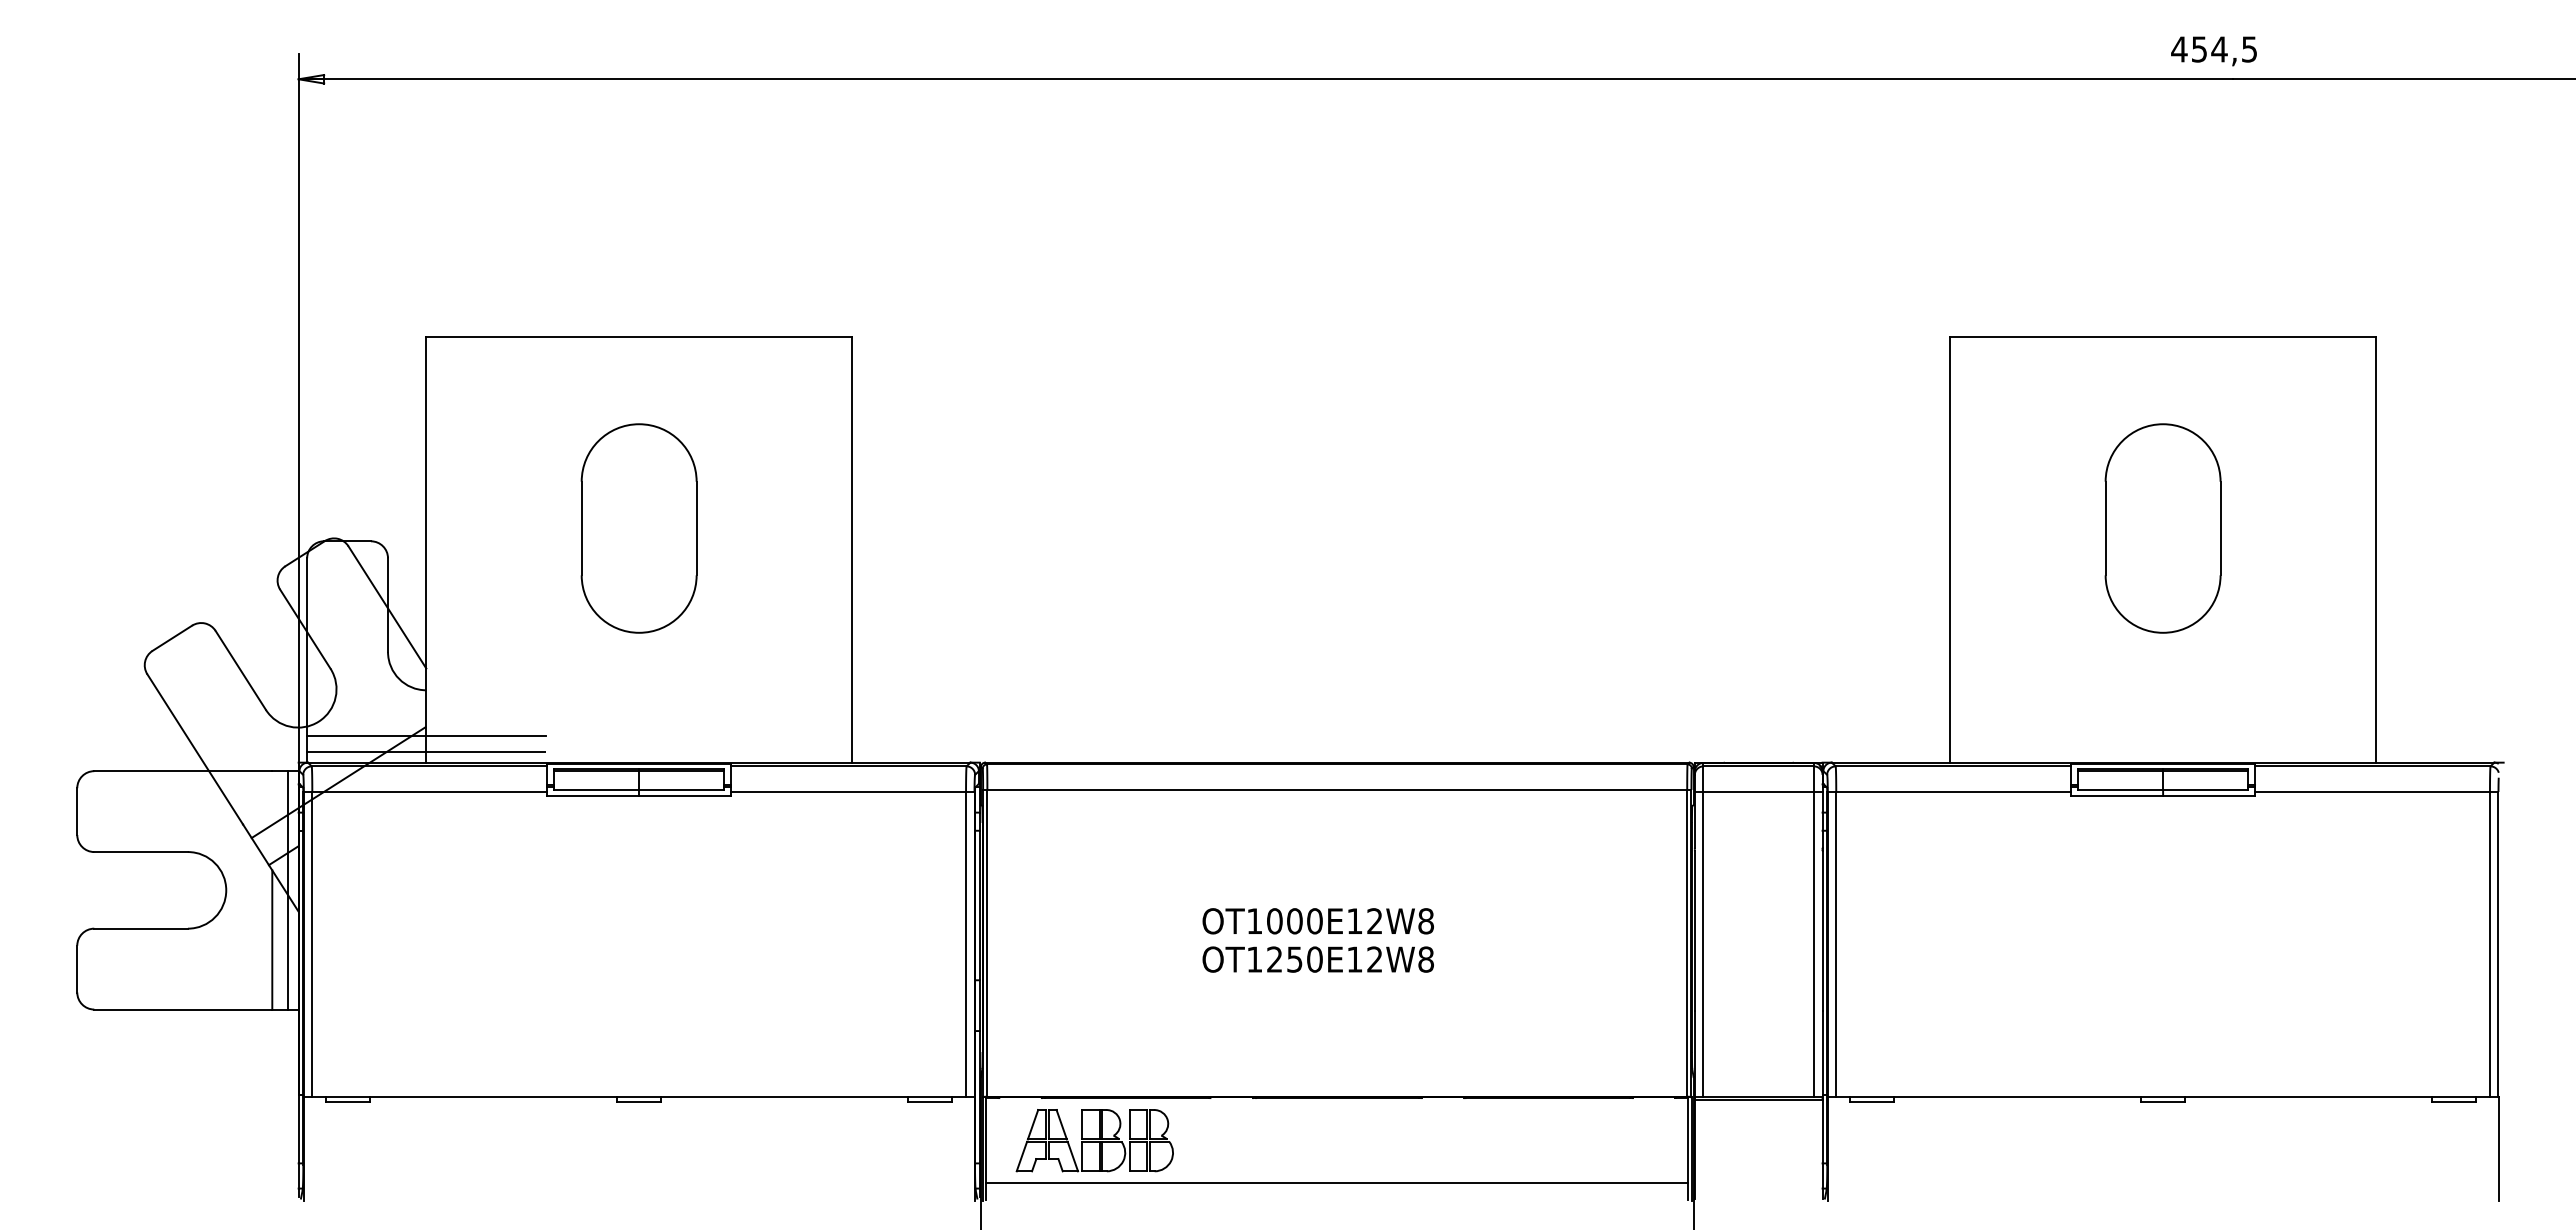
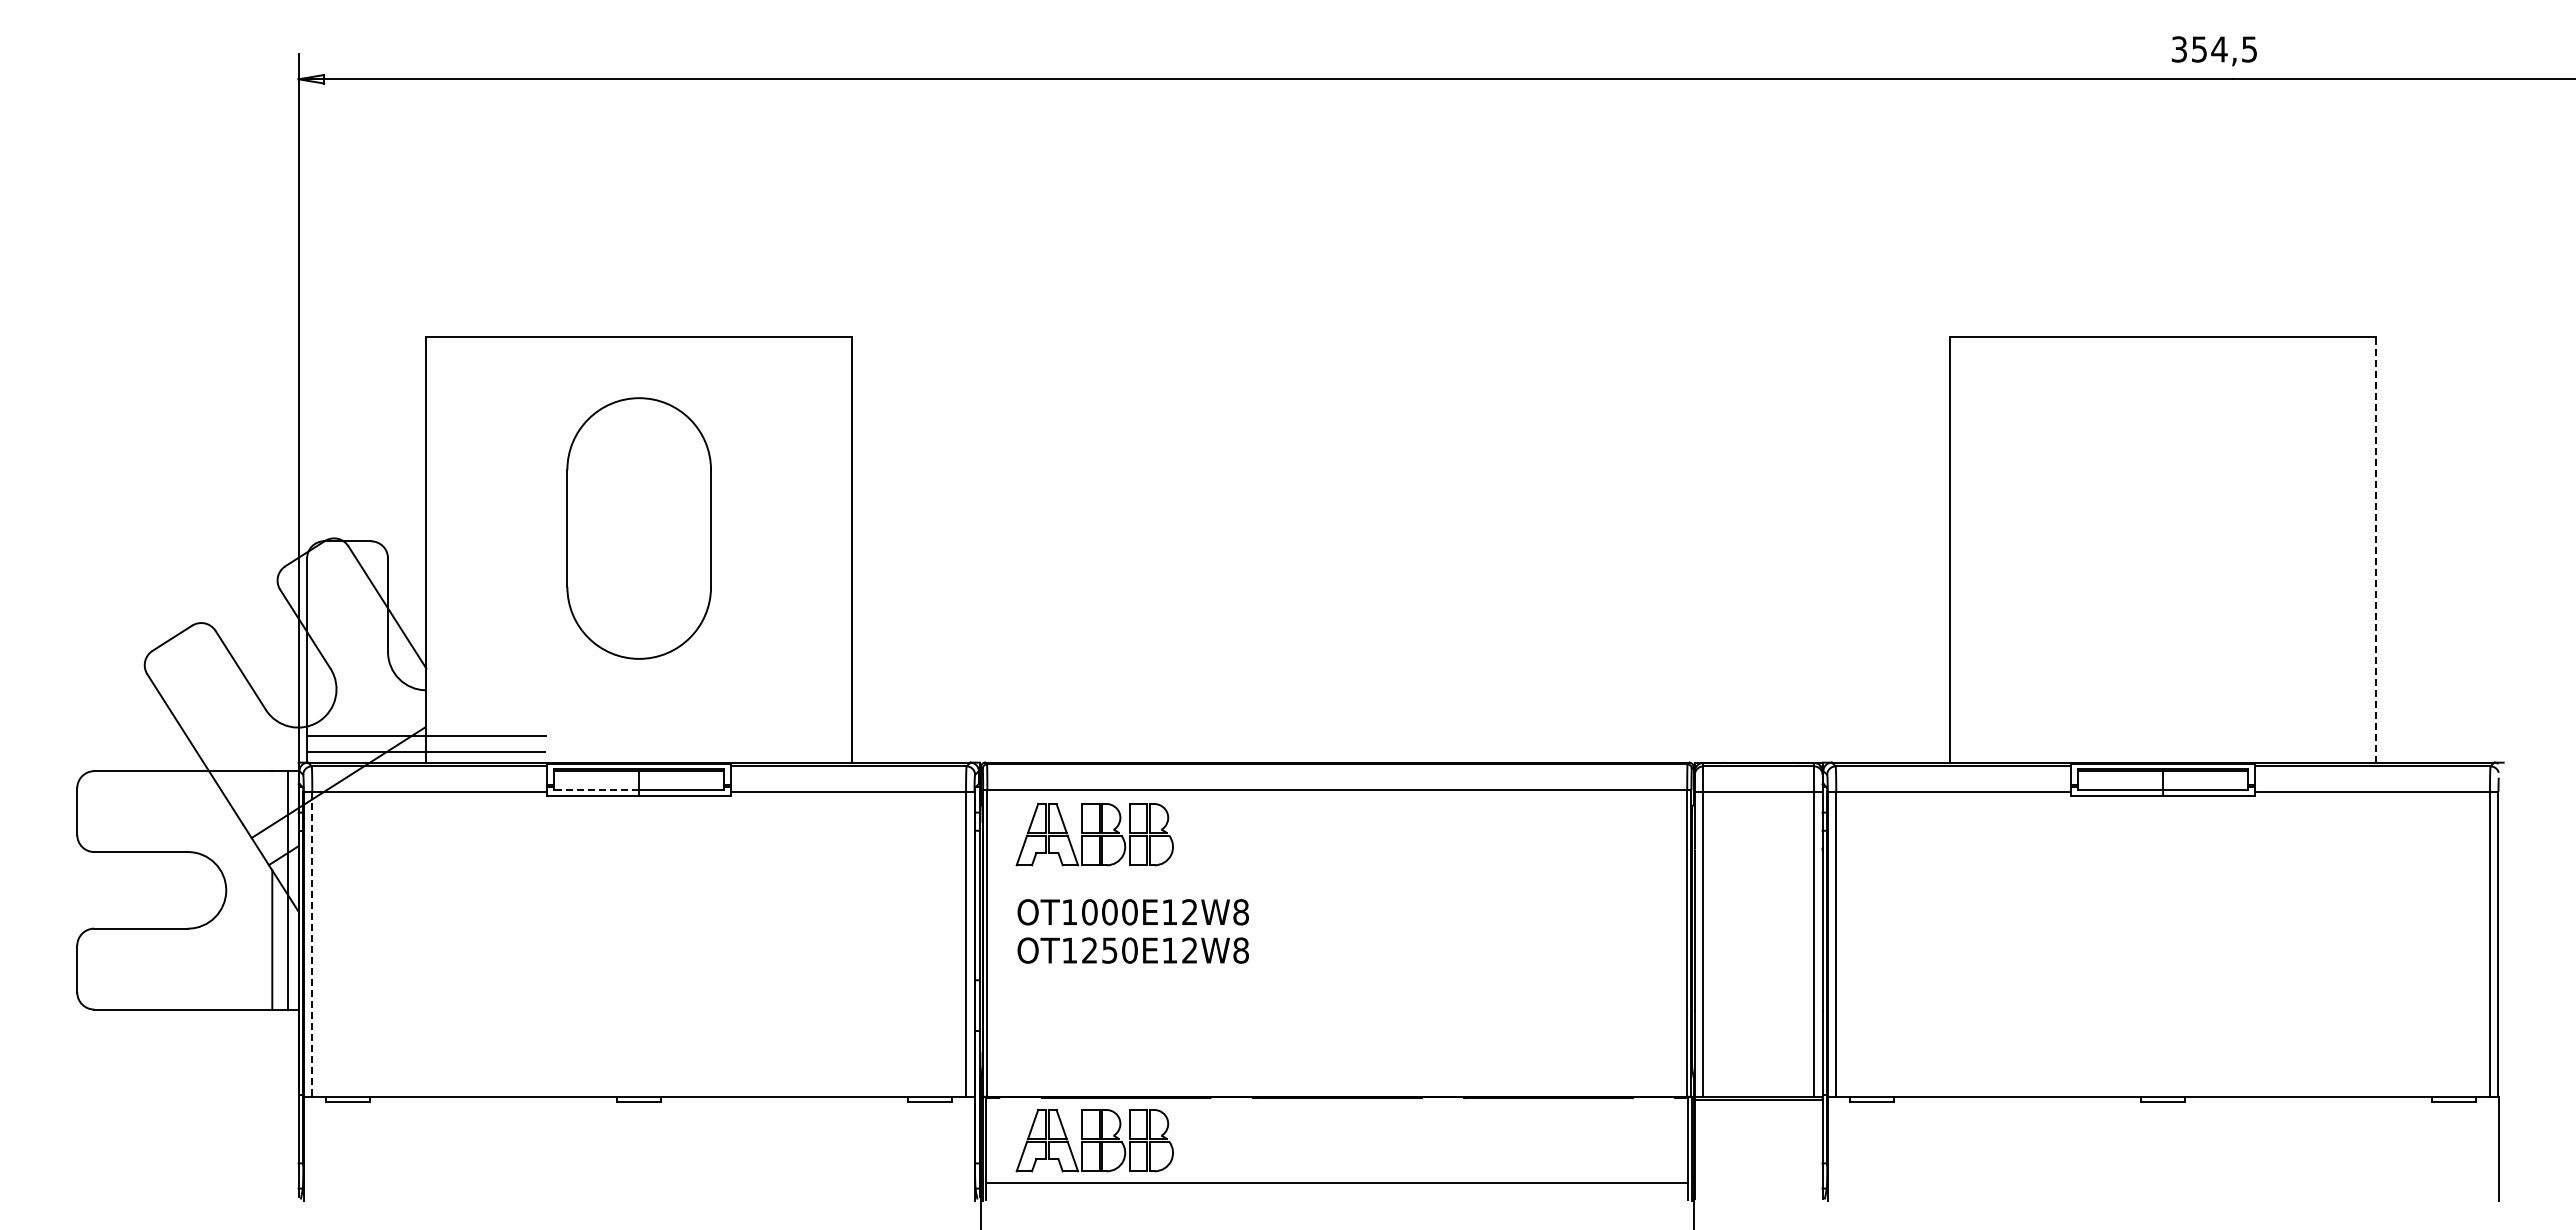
text at (2179, 49): 454,5 -> 354,5
part at (638, 528) size: 118x211 px -> 146x263 px
part at (2162, 528): present -> none
line at (2375, 549): solid -> dashed
line at (596, 789): solid -> dashed
part at (1094, 834): none -> present
text at (1317, 940) position: (1317, 940) -> (1132, 931)
line at (312, 944): solid -> dashed
